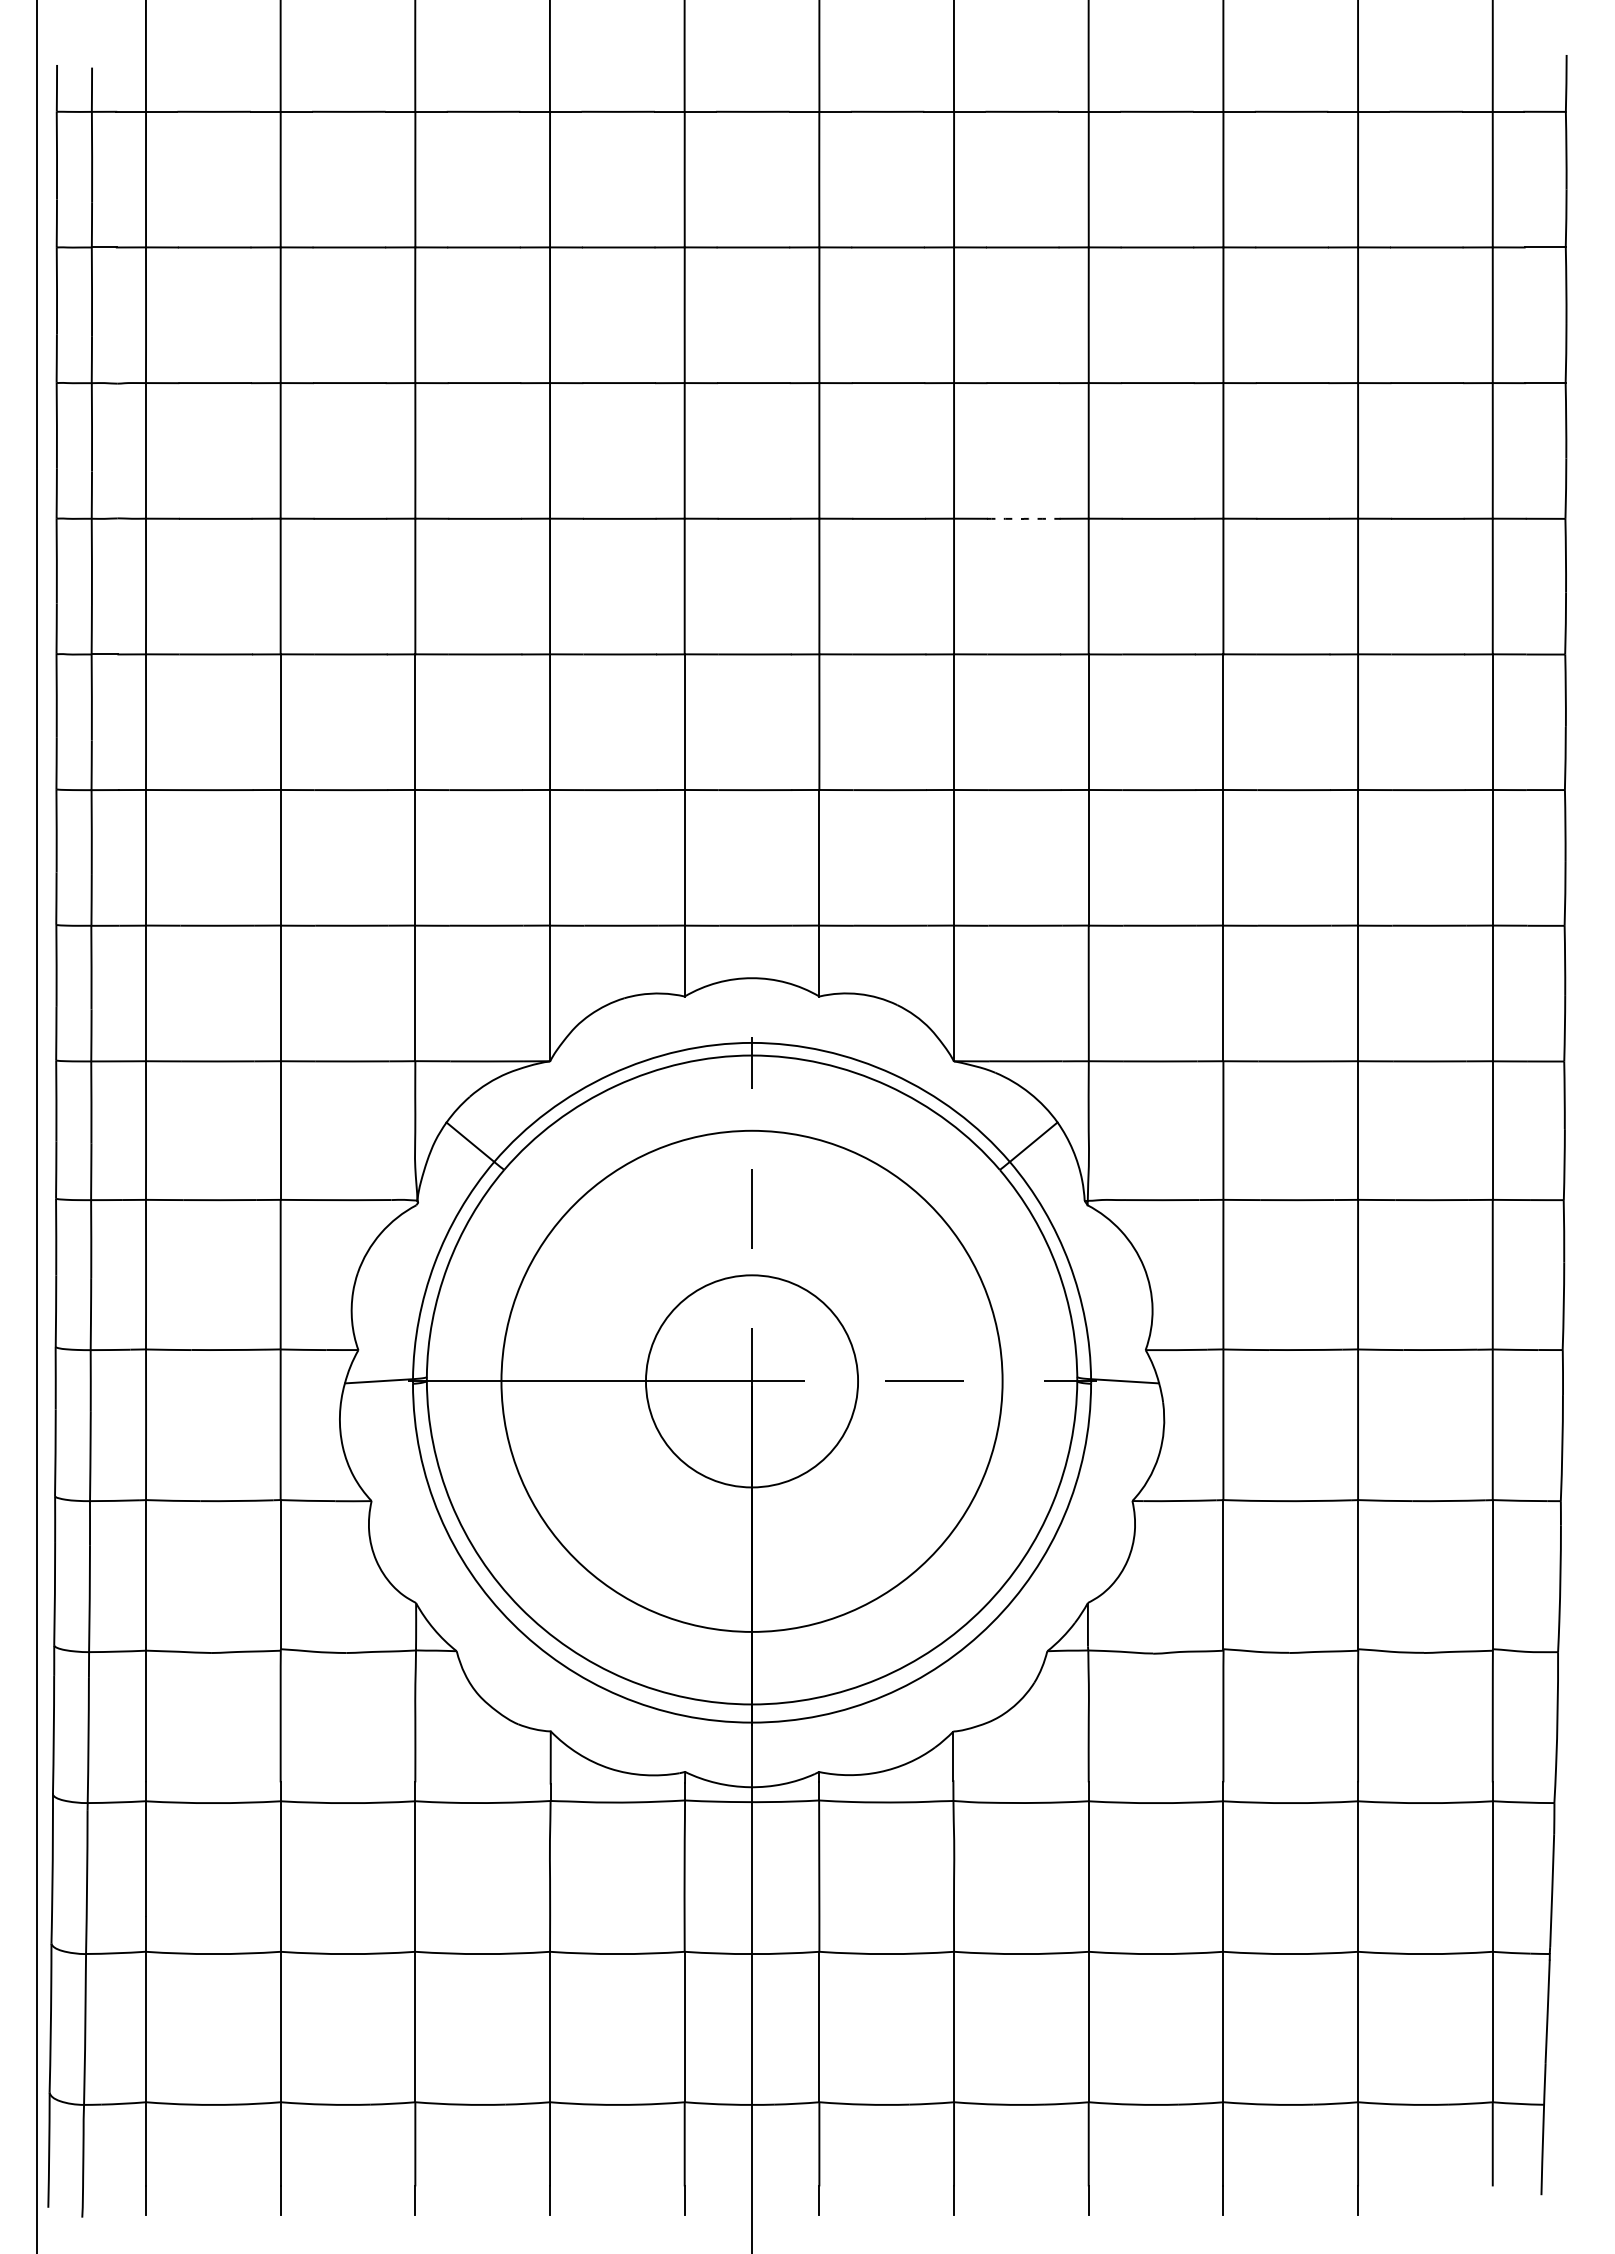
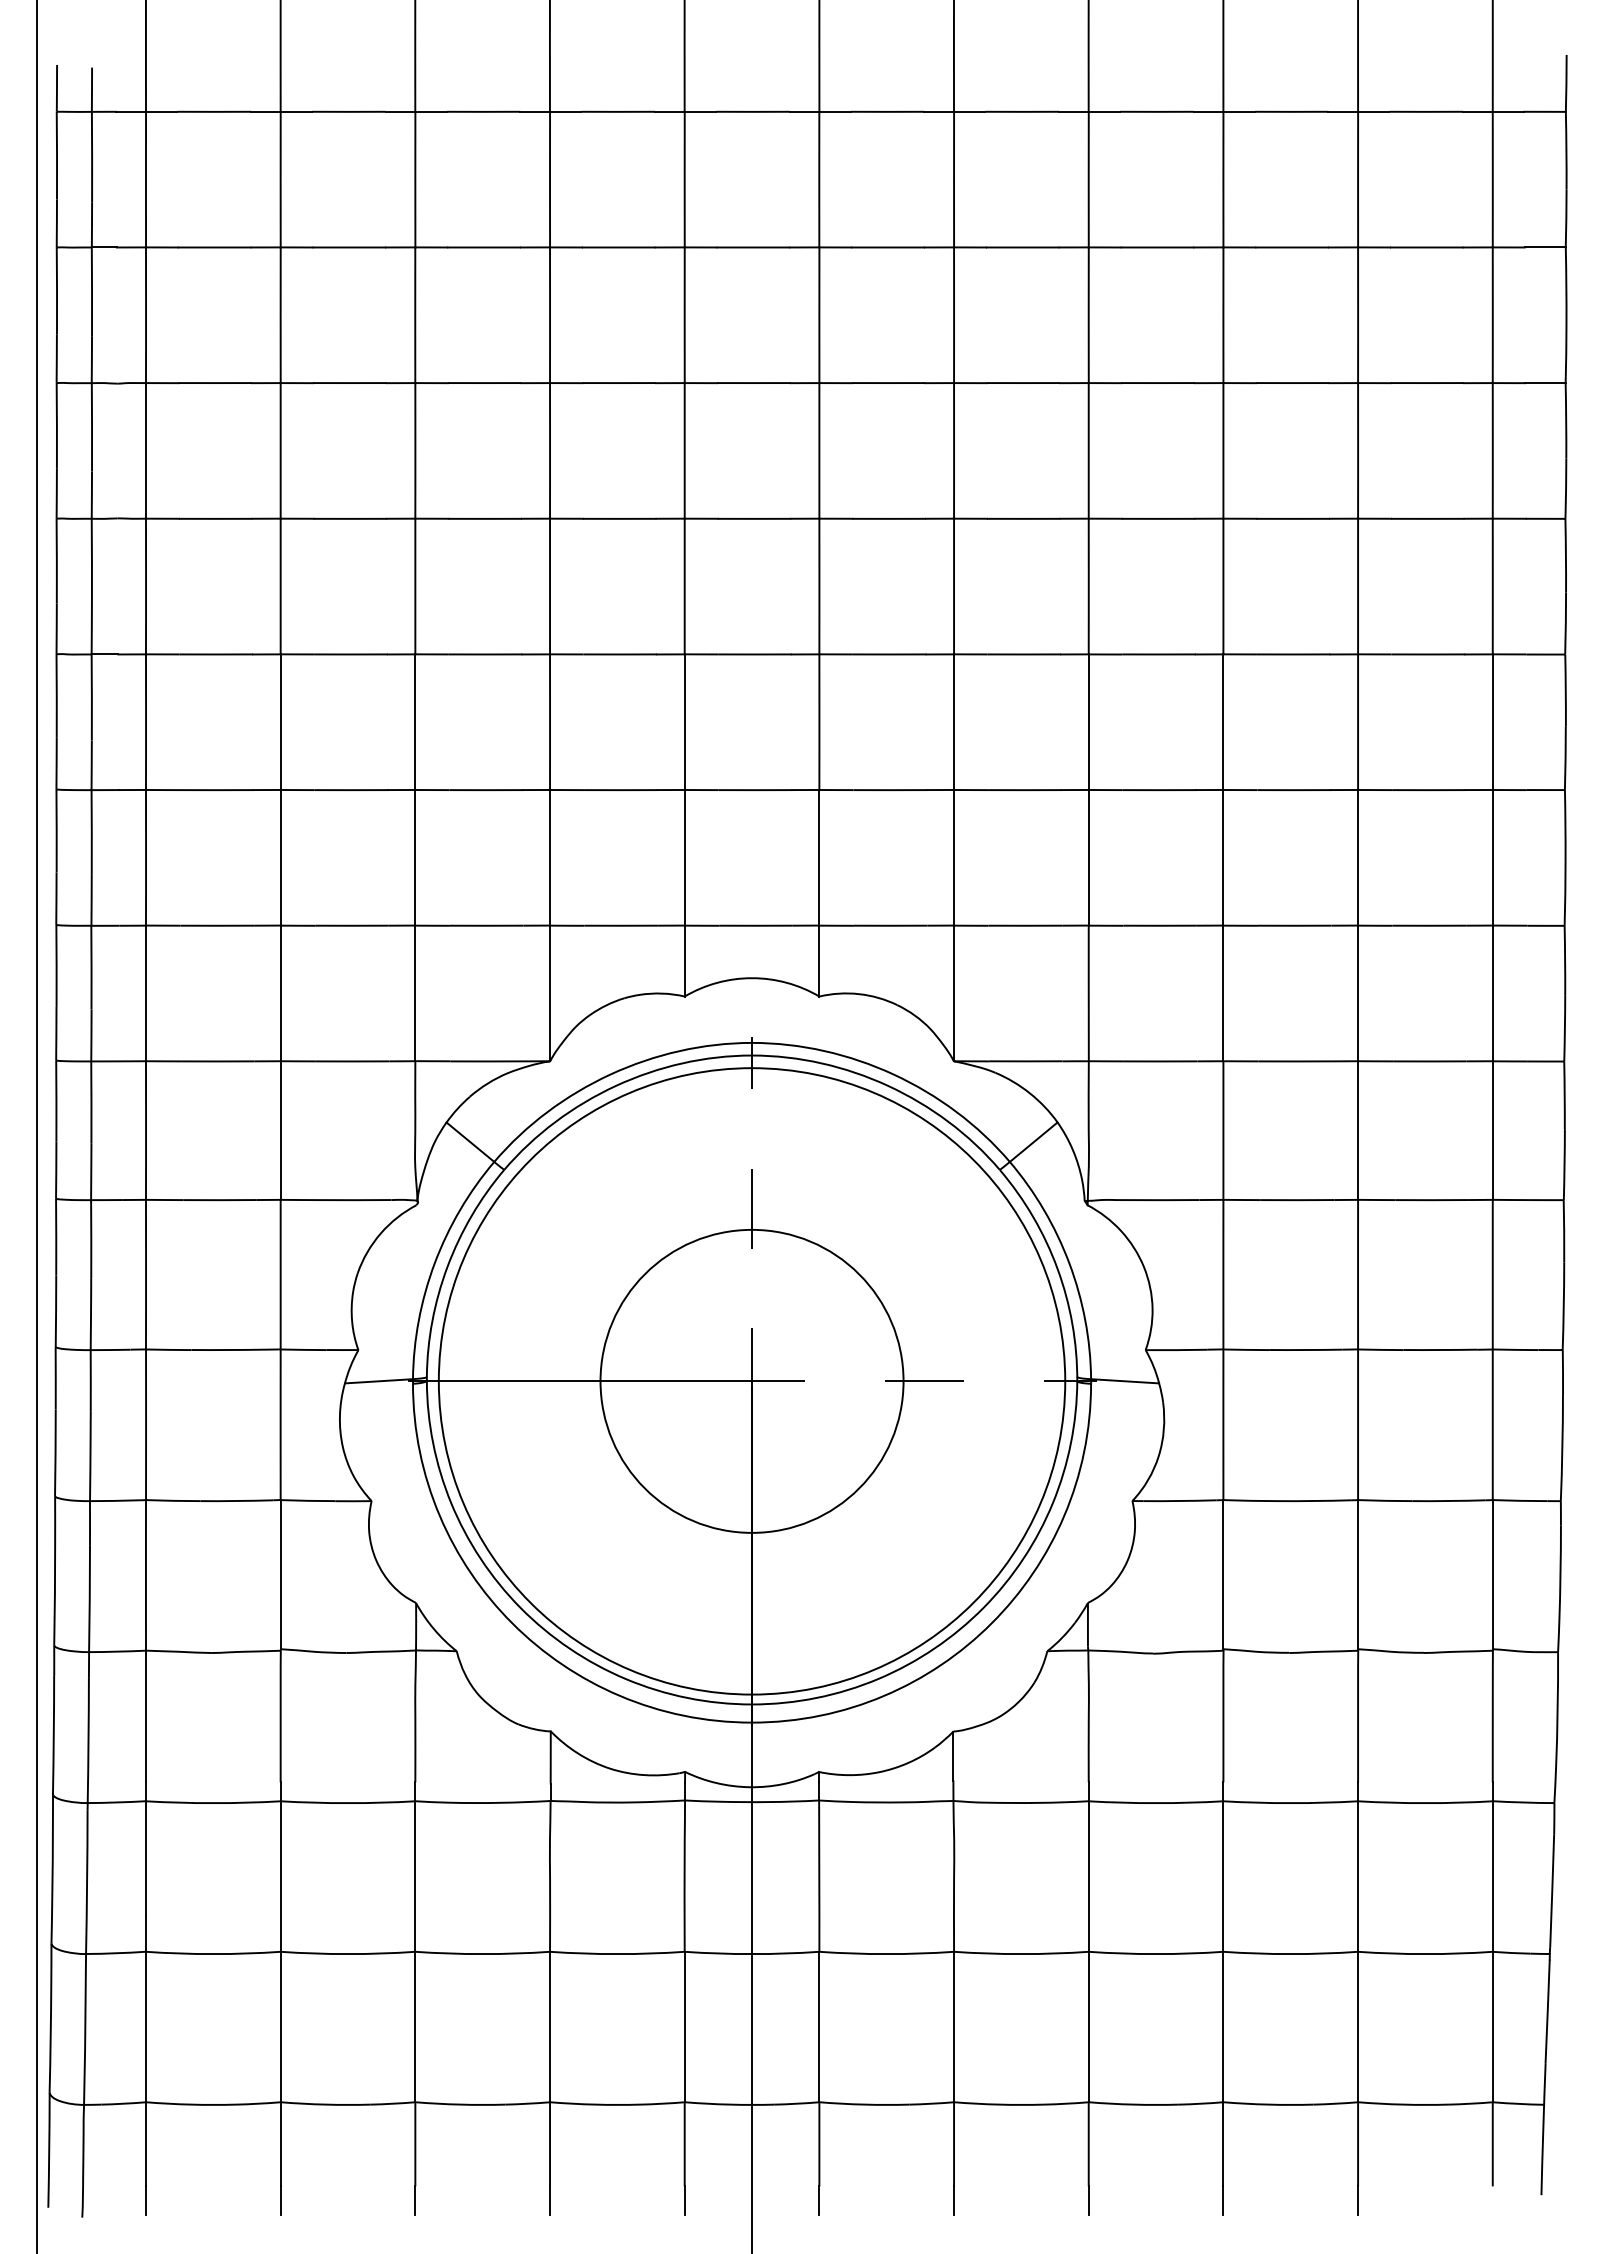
arc at (1023, 518): dashed -> solid
circle at (751, 1380) diameter: 501 px -> 626 px
circle at (751, 1381) diameter: 212 px -> 303 px
